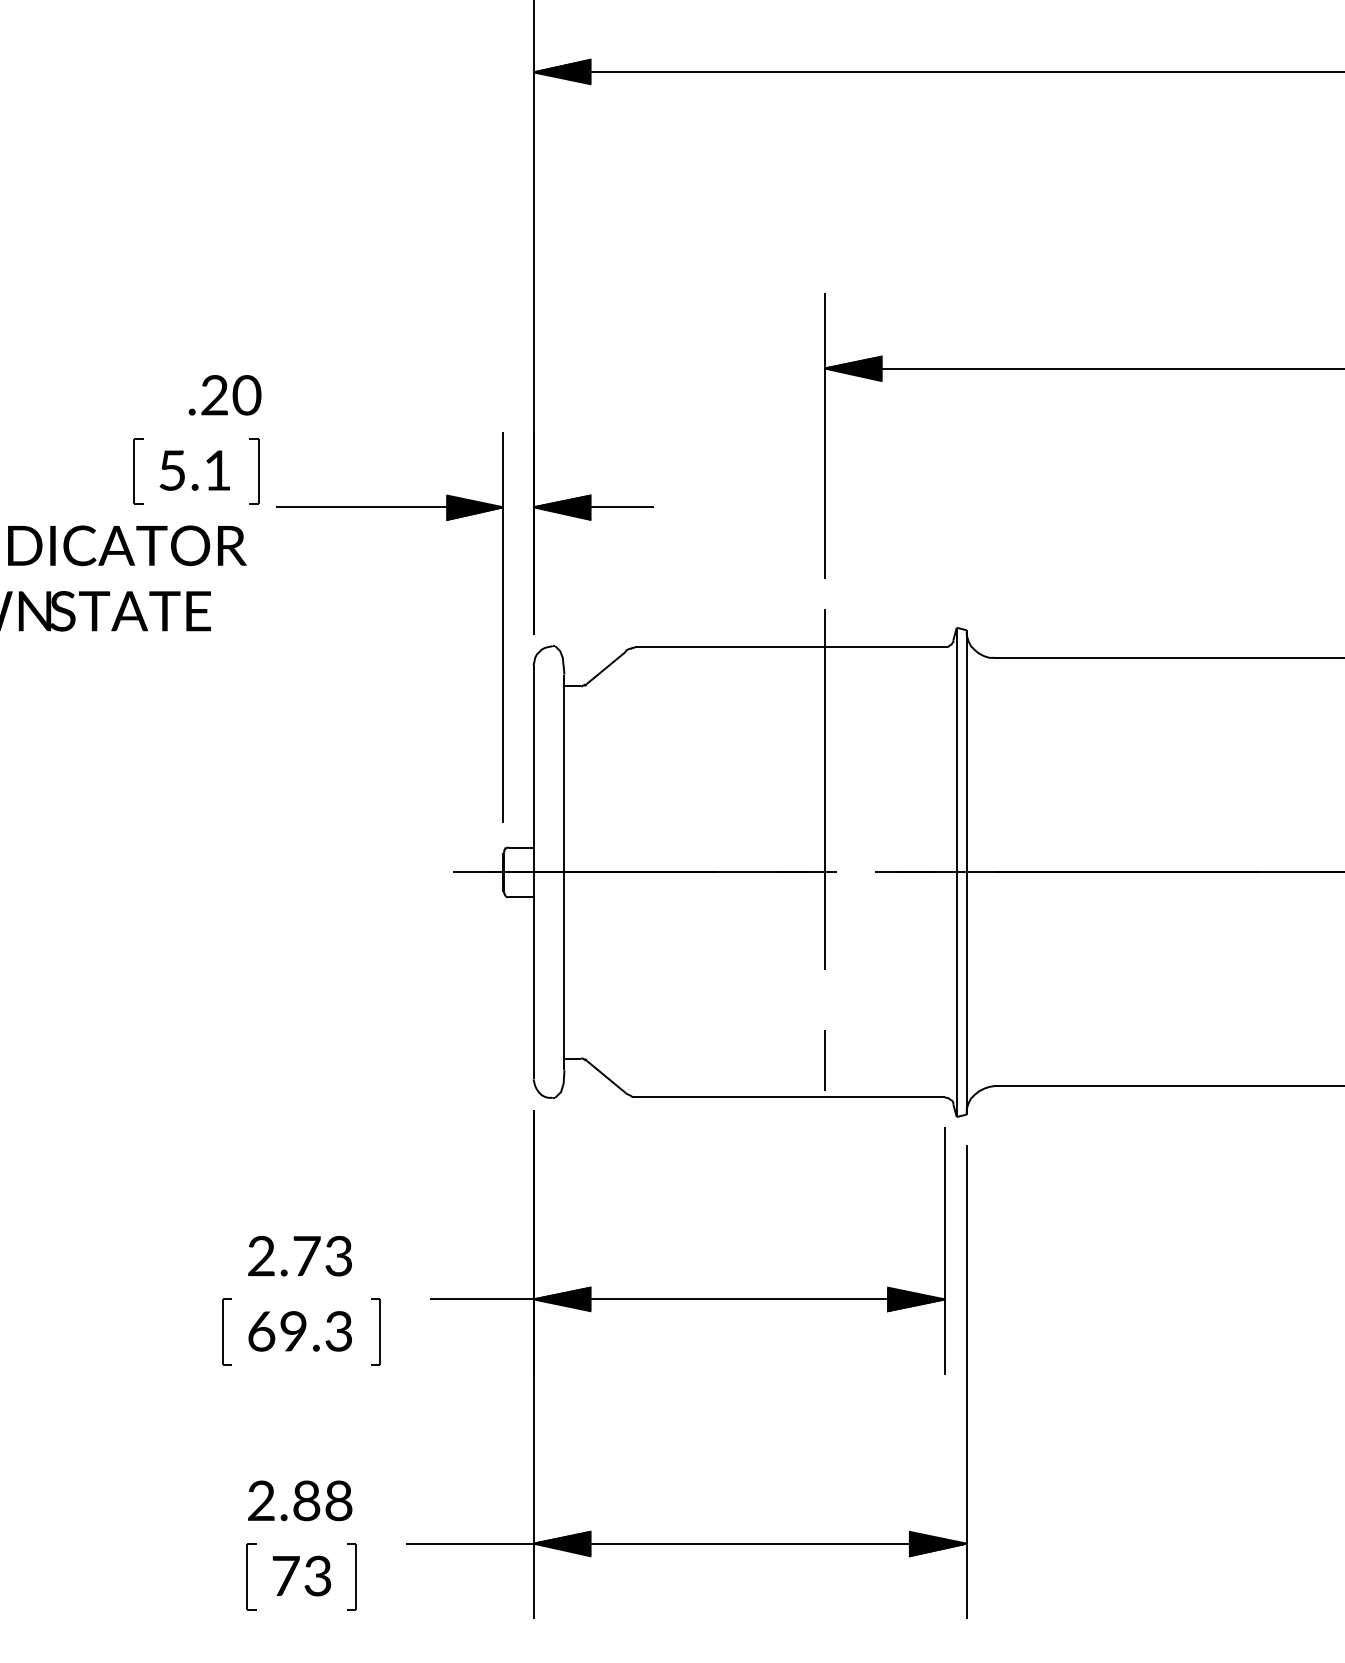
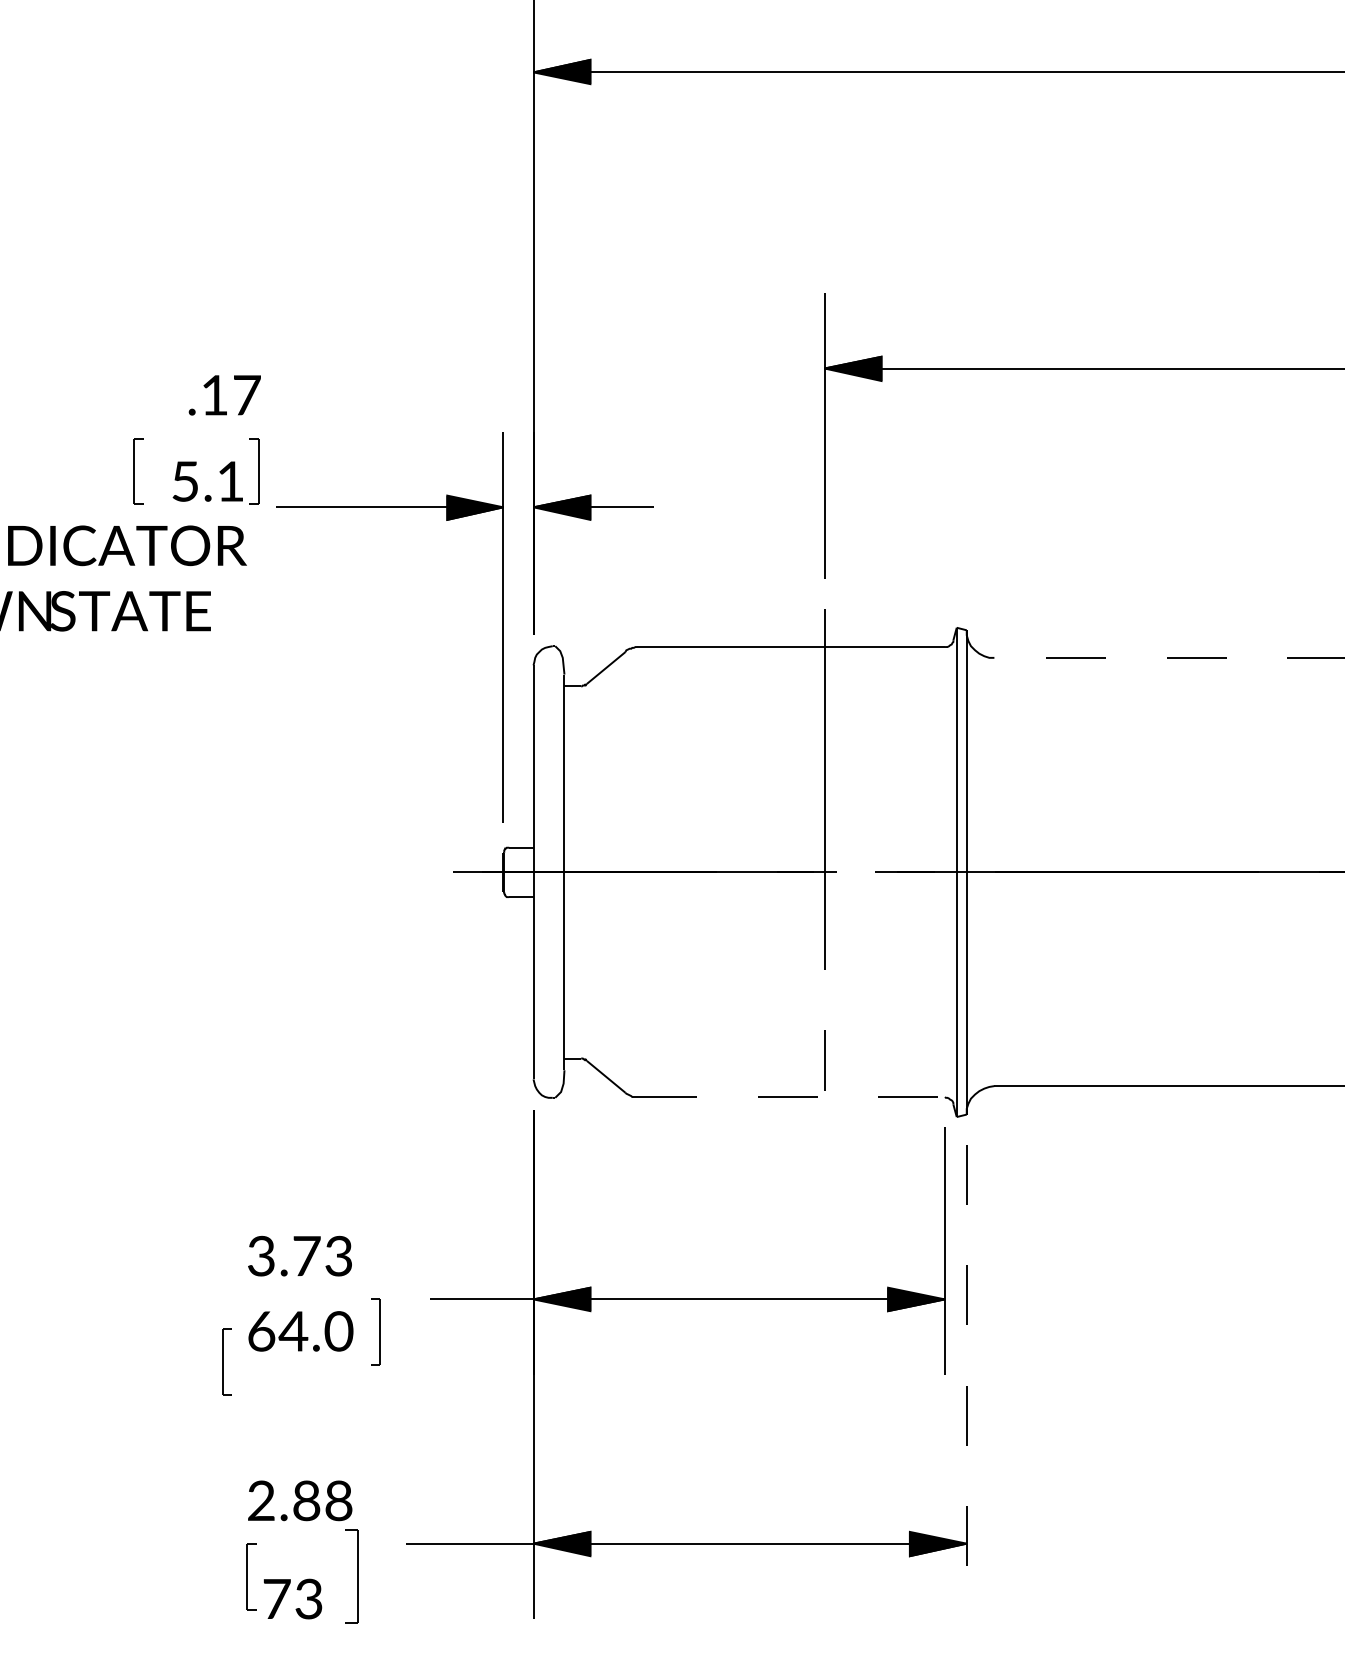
text at (231, 395): .20 -> .17
text at (194, 470) position: (194, 470) -> (207, 481)
line at (1169, 657): solid -> dashed
line at (791, 1097): solid -> dashed
text at (261, 1256): 2.73 -> 3.73
part at (226, 1331) position: (226, 1331) -> (226, 1361)
text at (315, 1331): 69.3 -> 64.0
line at (966, 1382): solid -> dashed
text at (301, 1575) position: (301, 1575) -> (292, 1598)
part at (351, 1576) size: 10x68 px -> 14x95 px
